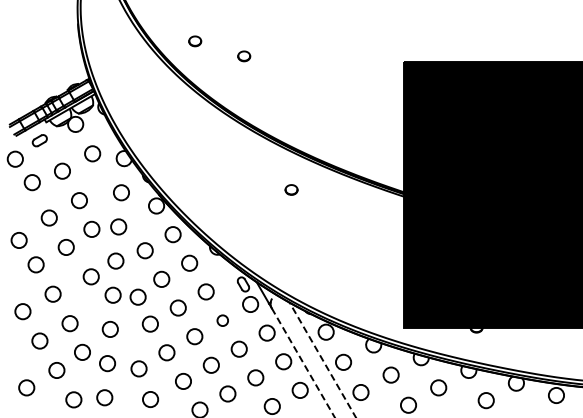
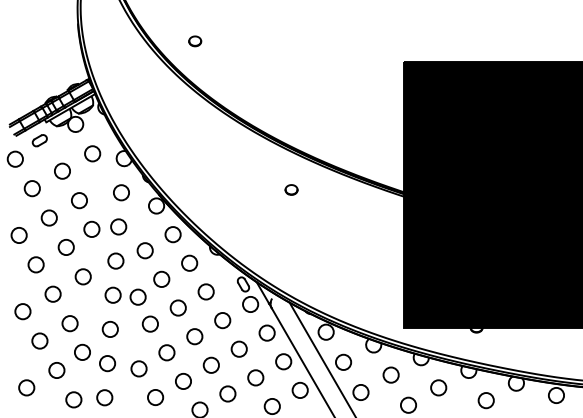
part at (244, 56): present -> none
circle at (31, 182) position: (31, 182) -> (31, 188)
circle at (18, 240) position: (18, 240) -> (18, 235)
circle at (90, 276) position: (90, 276) -> (82, 276)
circle at (222, 320) size: 13x13 px -> 18x18 px
line at (322, 359): dashed -> solid
line at (303, 362): dashed -> solid
circle at (150, 399) position: (150, 399) -> (155, 397)
